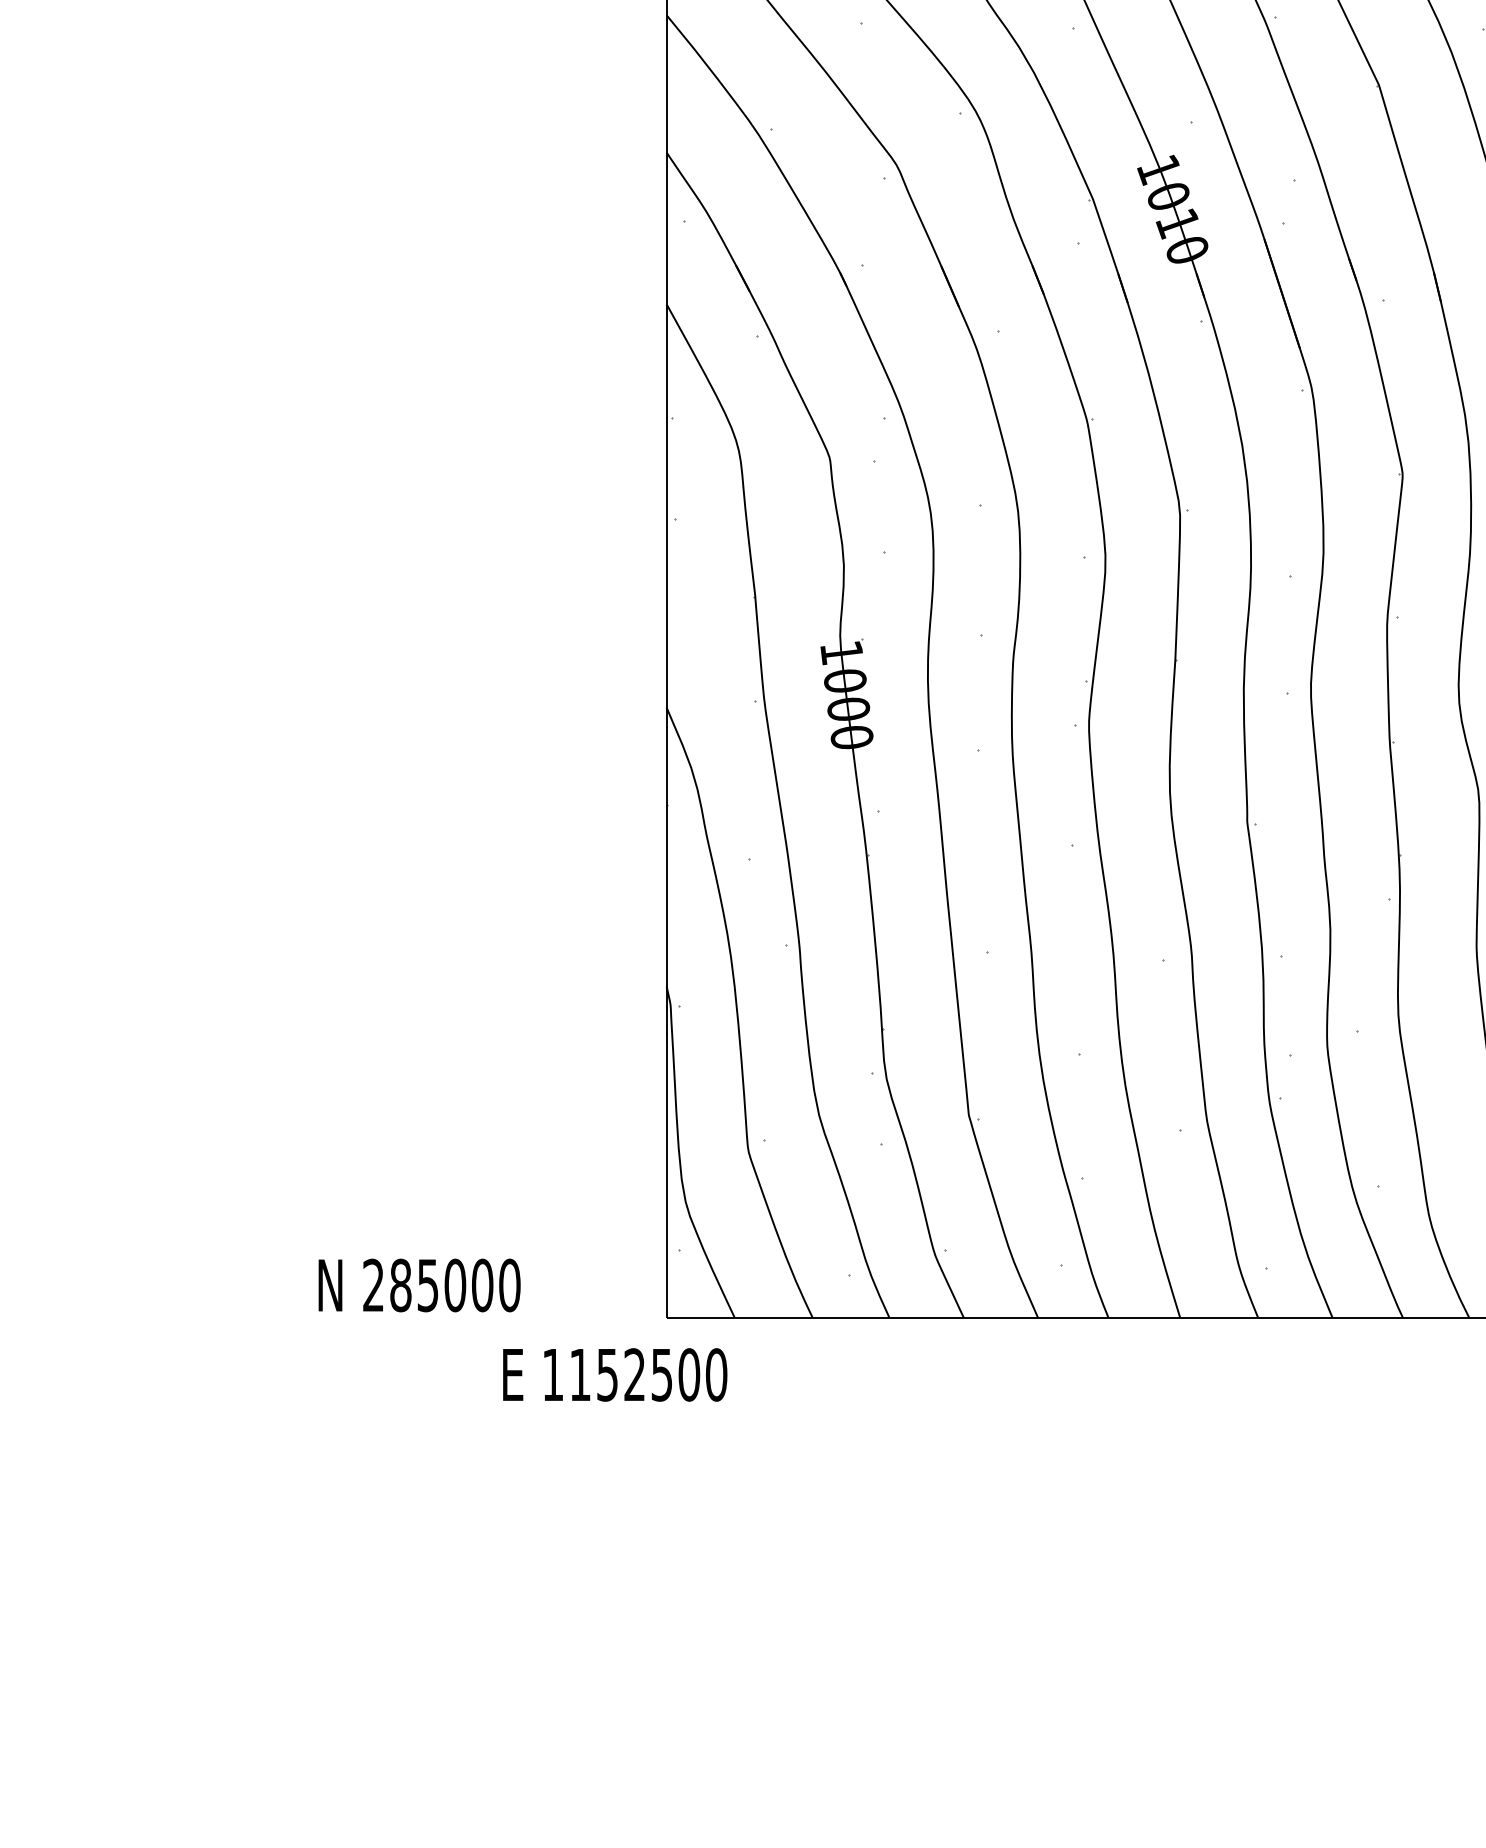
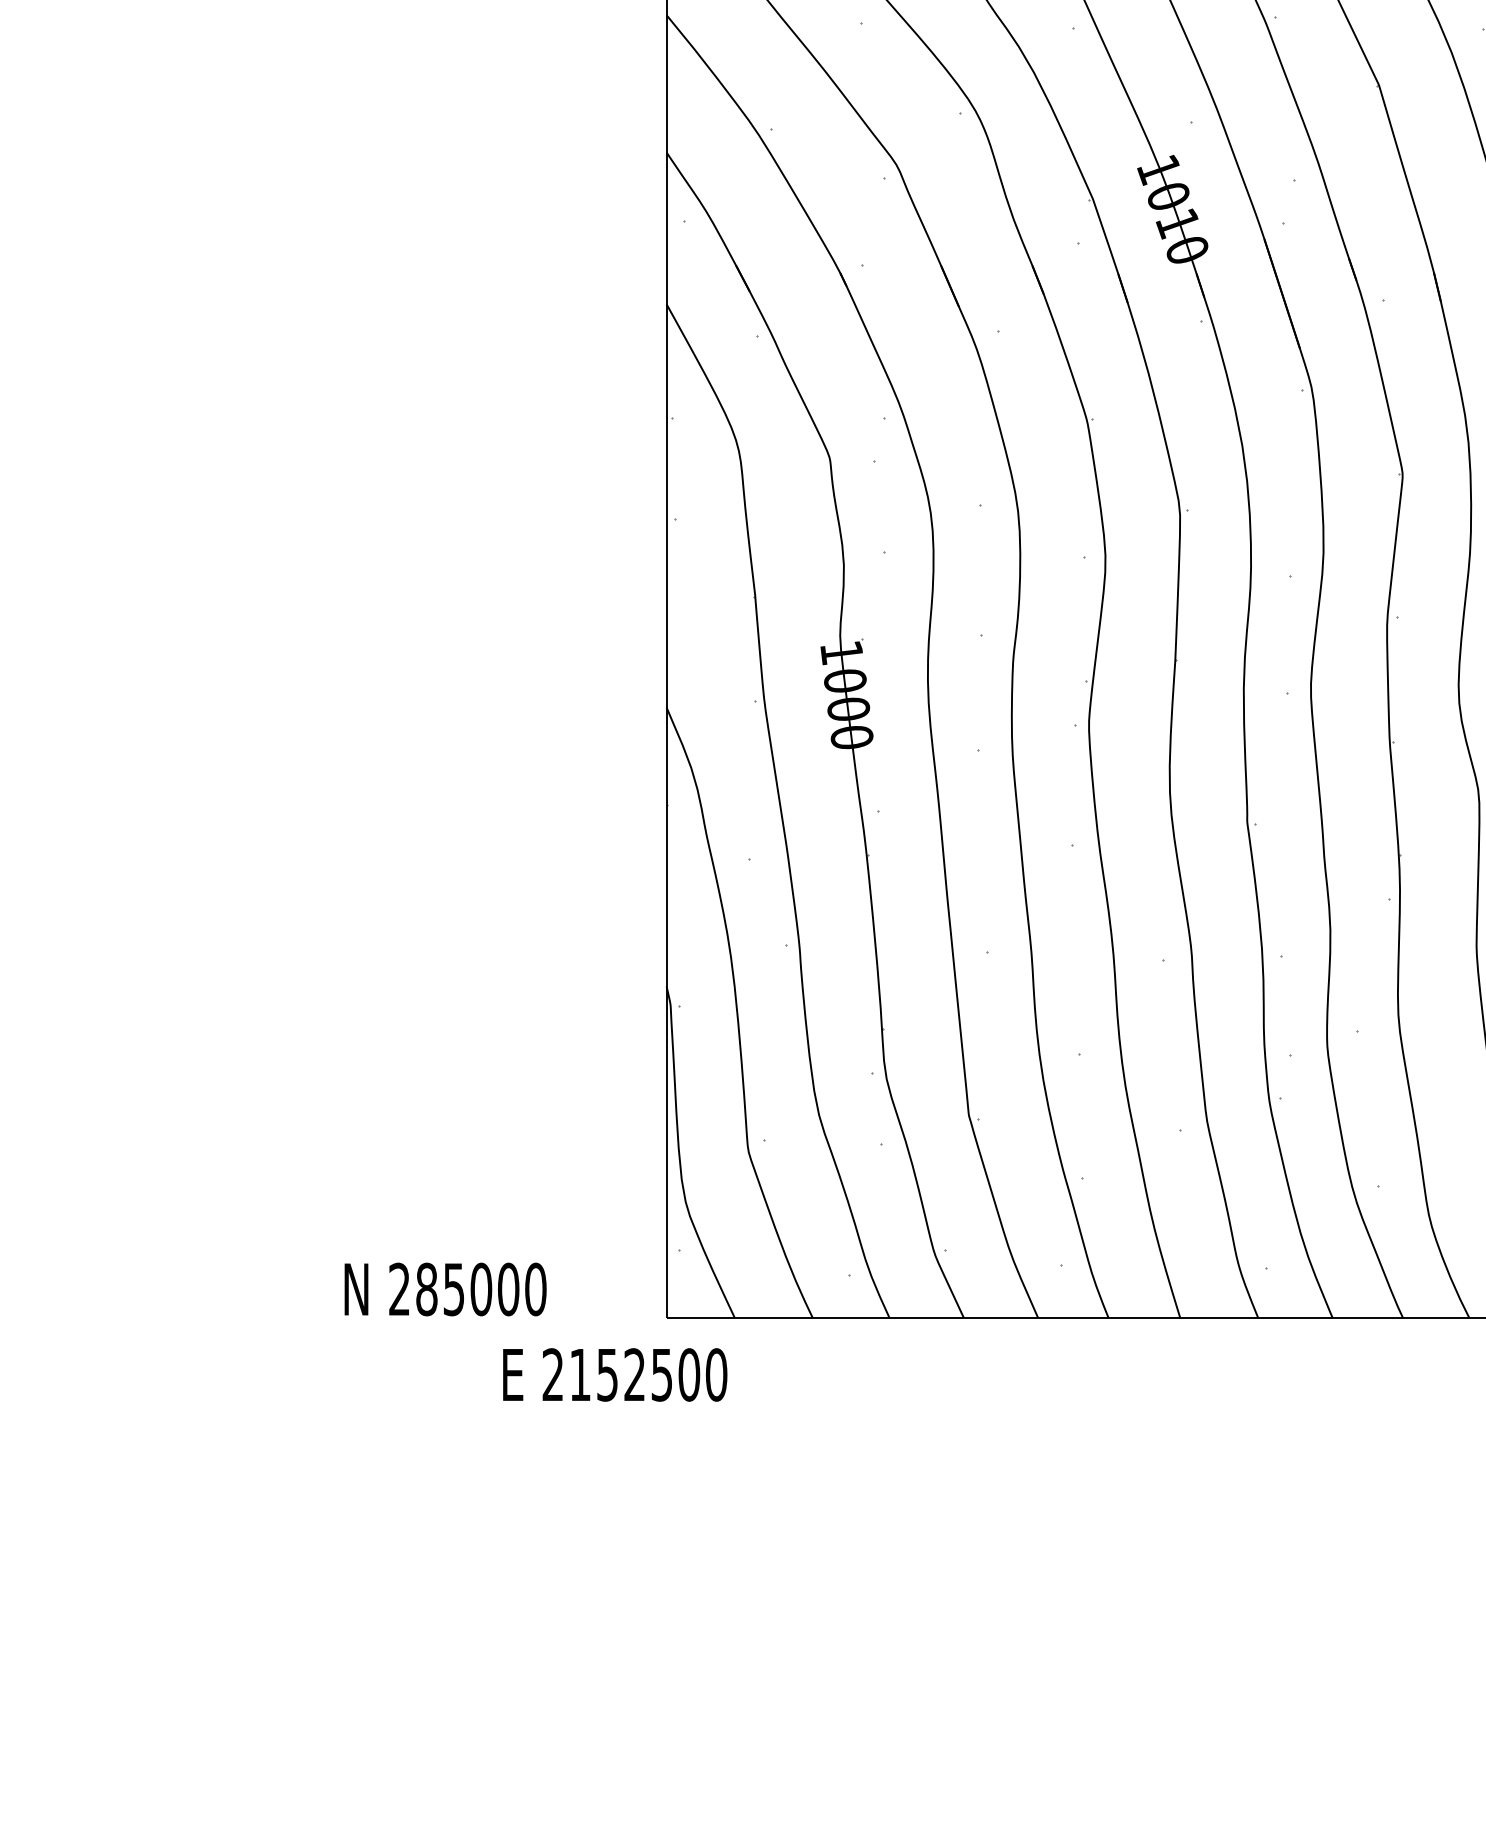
text at (419, 1285) position: (419, 1285) -> (445, 1289)
text at (552, 1374): 1152500 -> 2152500
